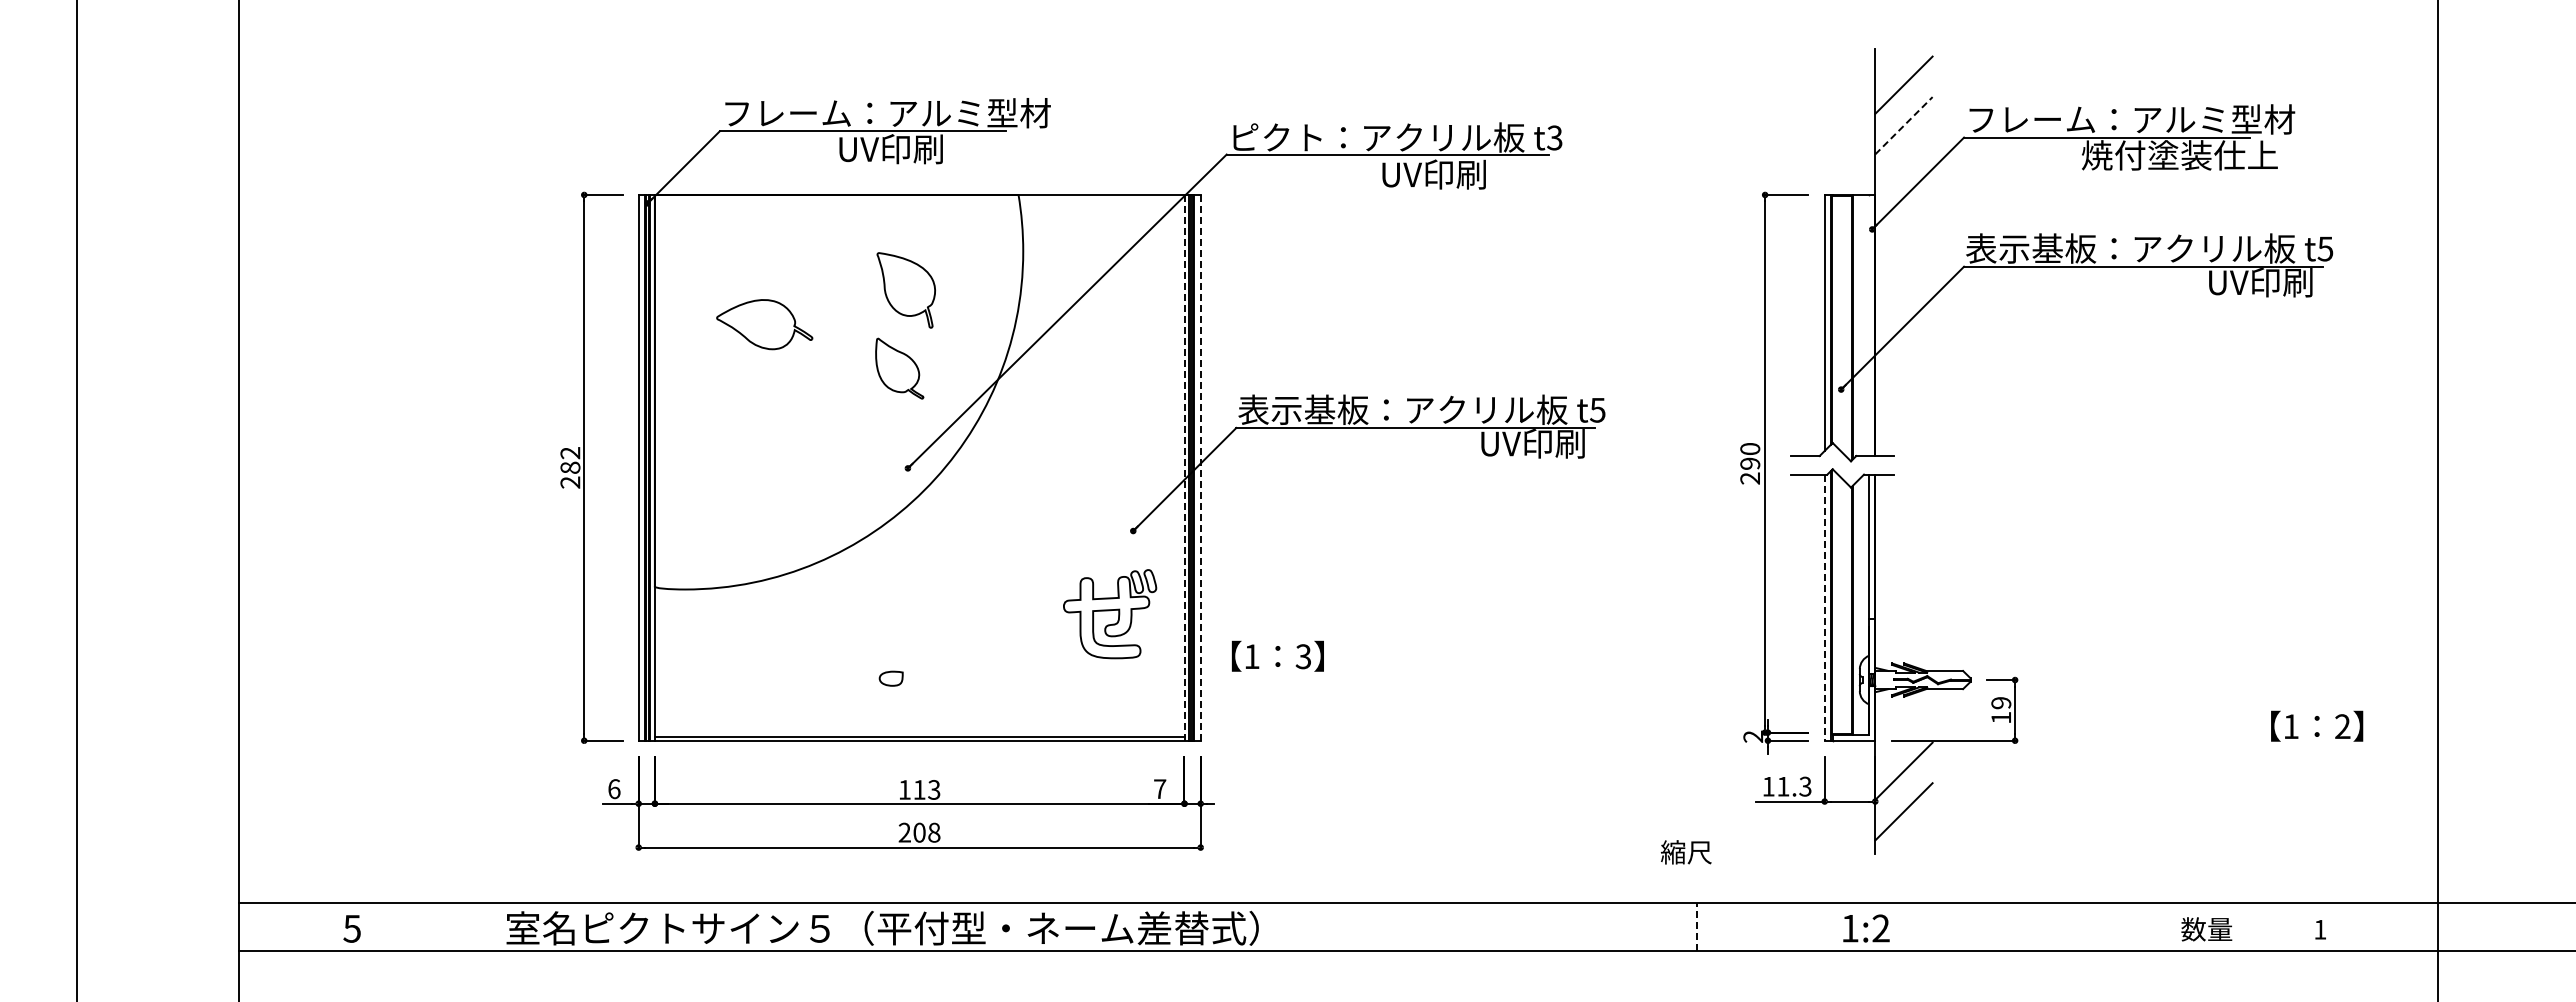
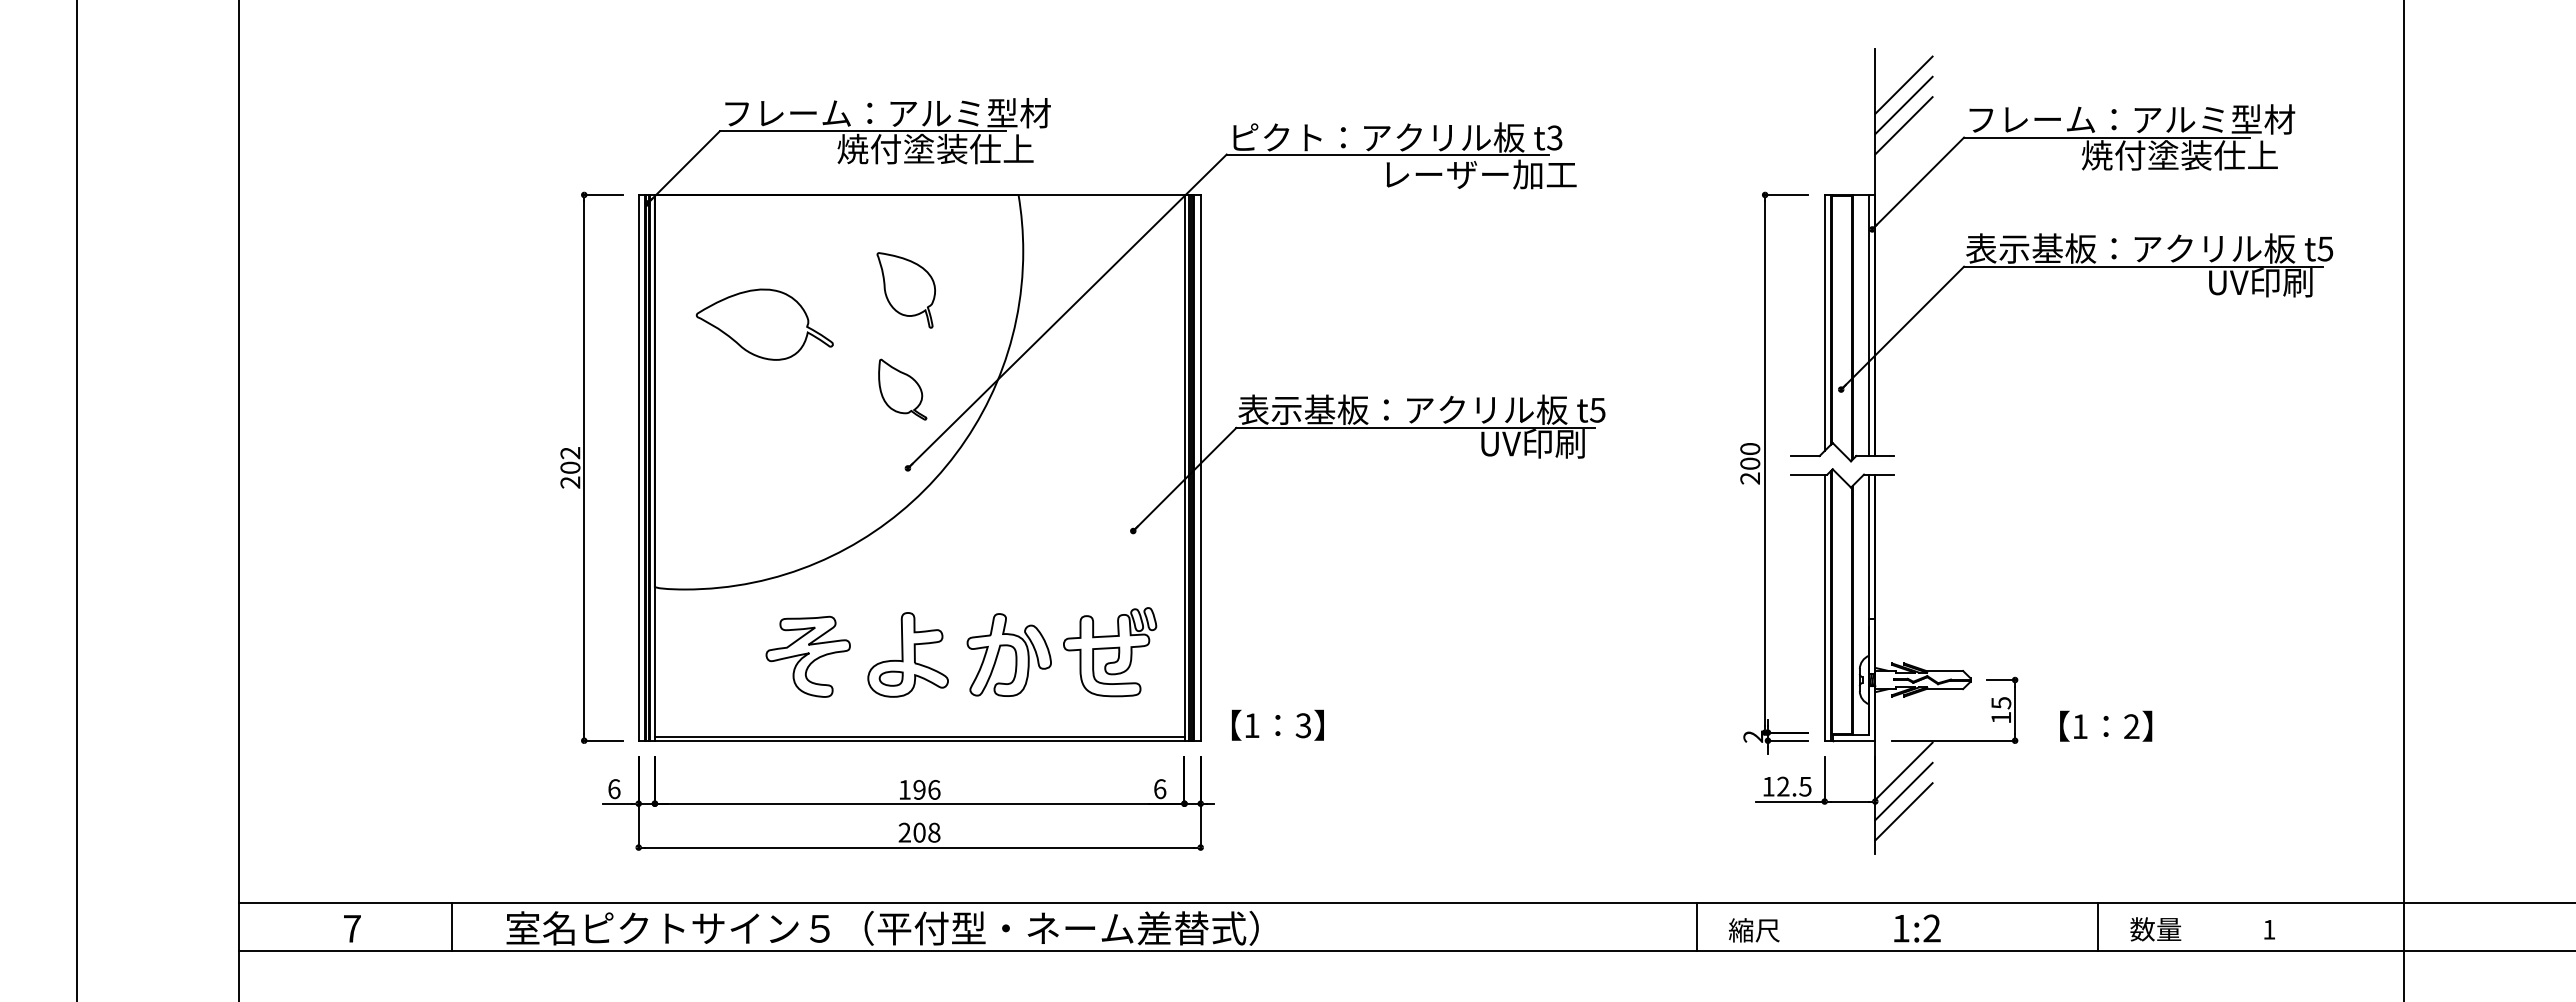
line at (1903, 105): none -> present
line at (1903, 125): dashed -> solid
text at (935, 148): UV印刷 -> 焼付塗装仕上
text at (1479, 174): UV印刷 -> レーザー加工
part at (764, 324) size: 98x52 px -> 139x73 px
line at (1869, 325): none -> present
part at (899, 368) position: (899, 368) -> (902, 389)
text at (1750, 463): 290 -> 200
text at (570, 467): 282 -> 202
line at (1184, 467): dashed -> solid
line at (1200, 467): dashed -> solid
line at (2437, 500) position: (2437, 500) -> (2403, 500)
line at (1824, 608): dashed -> solid
part at (1110, 614) position: (1110, 614) -> (1110, 652)
part at (1014, 651): none -> present
part at (907, 654): none -> present
text at (1277, 655) position: (1277, 655) -> (1277, 724)
part at (807, 656): none -> present
text at (2001, 703): 19 -> 15
text at (2317, 725) position: (2317, 725) -> (2106, 725)
text at (1794, 786): 11.3 -> 12.5
text at (926, 789): 113 -> 196
text at (1160, 789): 7 -> 6
line at (1903, 791): none -> present
text at (1686, 852) position: (1686, 852) -> (1754, 930)
line at (452, 926): none -> present
line at (1696, 926): dashed -> solid
line at (2098, 926): none -> present
text at (351, 928): 5 -> 7
text at (1866, 928) position: (1866, 928) -> (1917, 928)
text at (2253, 929) position: (2253, 929) -> (2202, 929)
